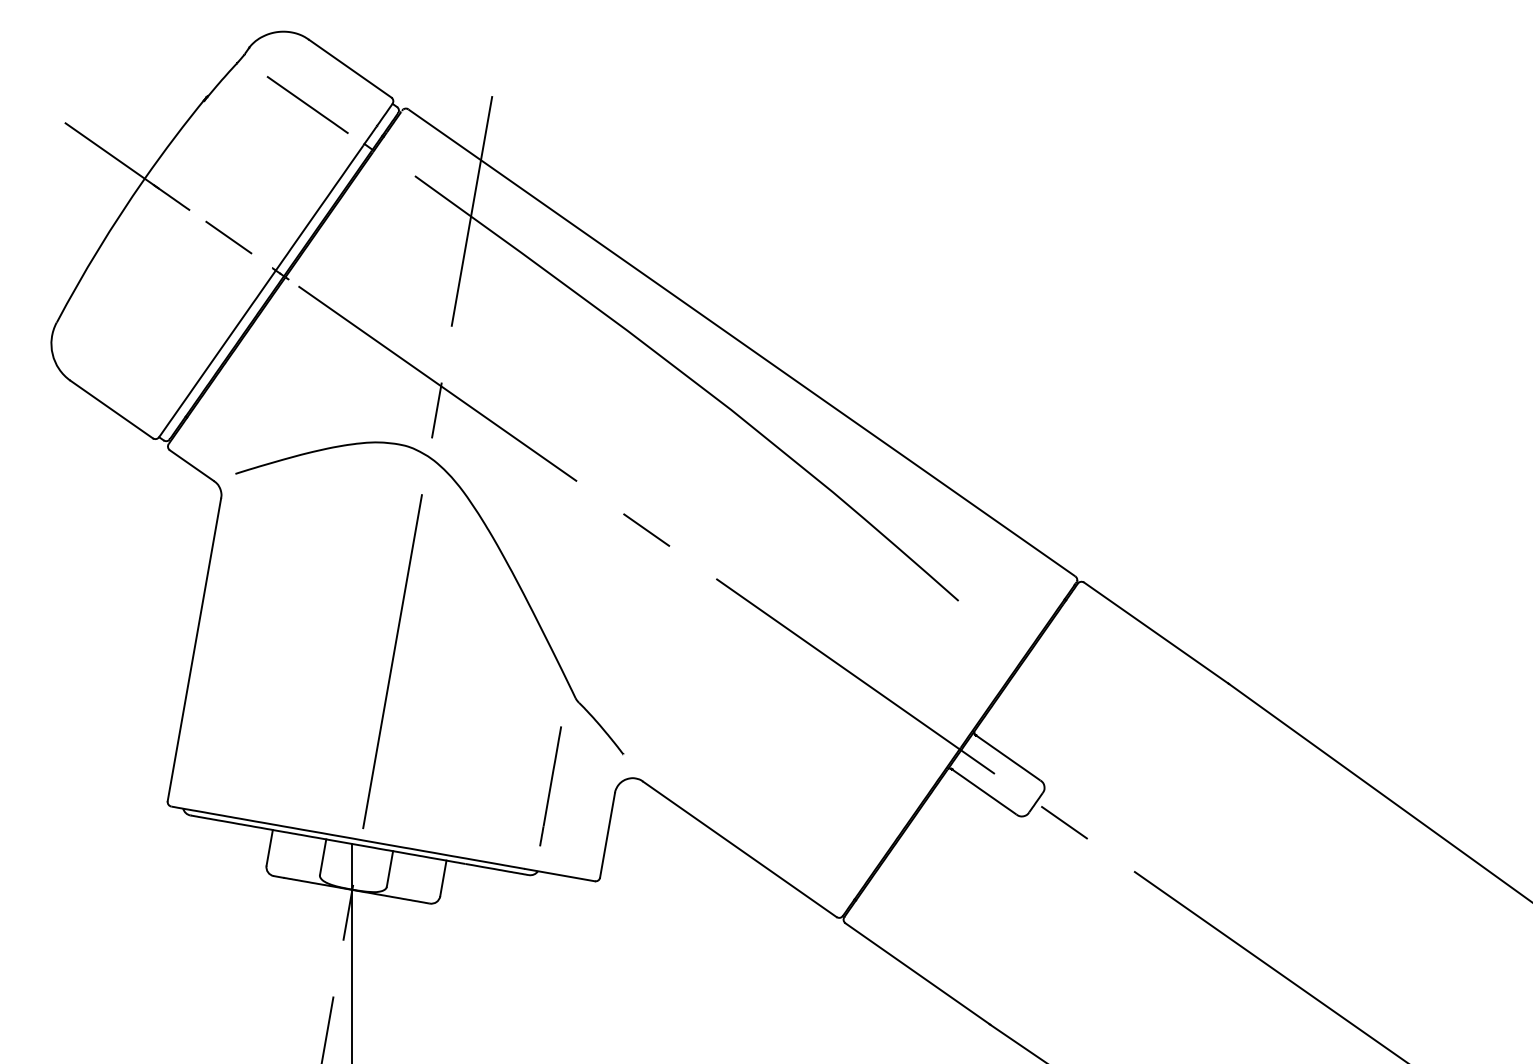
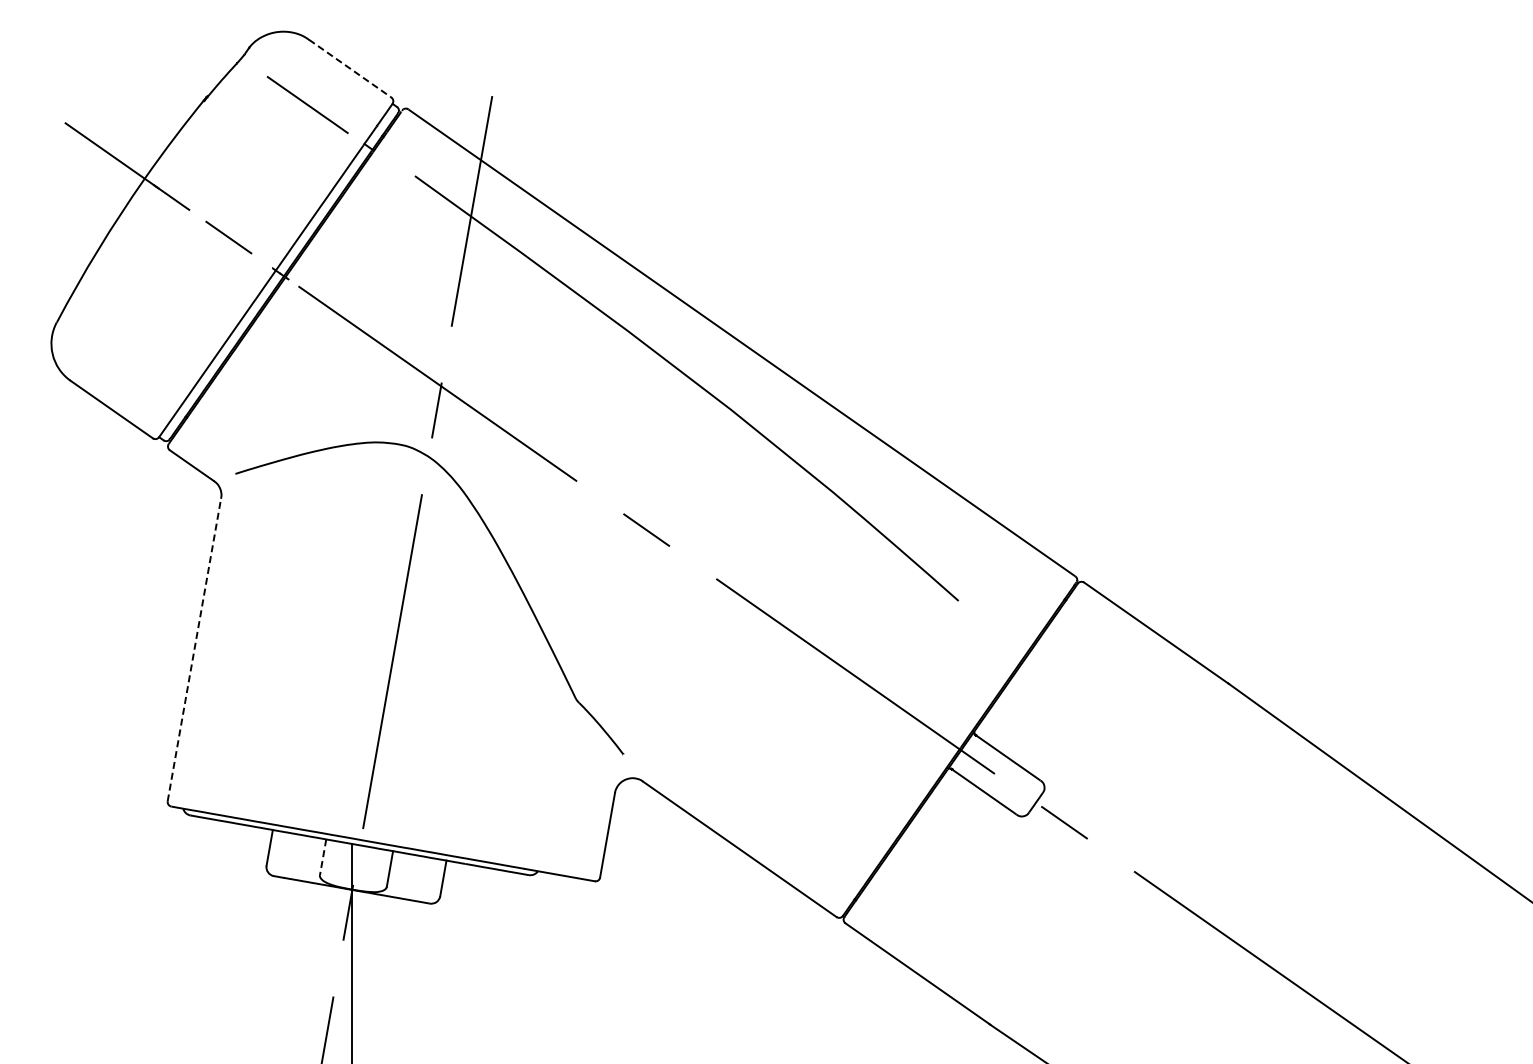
line at (350, 68): solid -> dashed
line at (194, 650): solid -> dashed
line at (550, 786): present -> none
line at (323, 857): solid -> dashed
